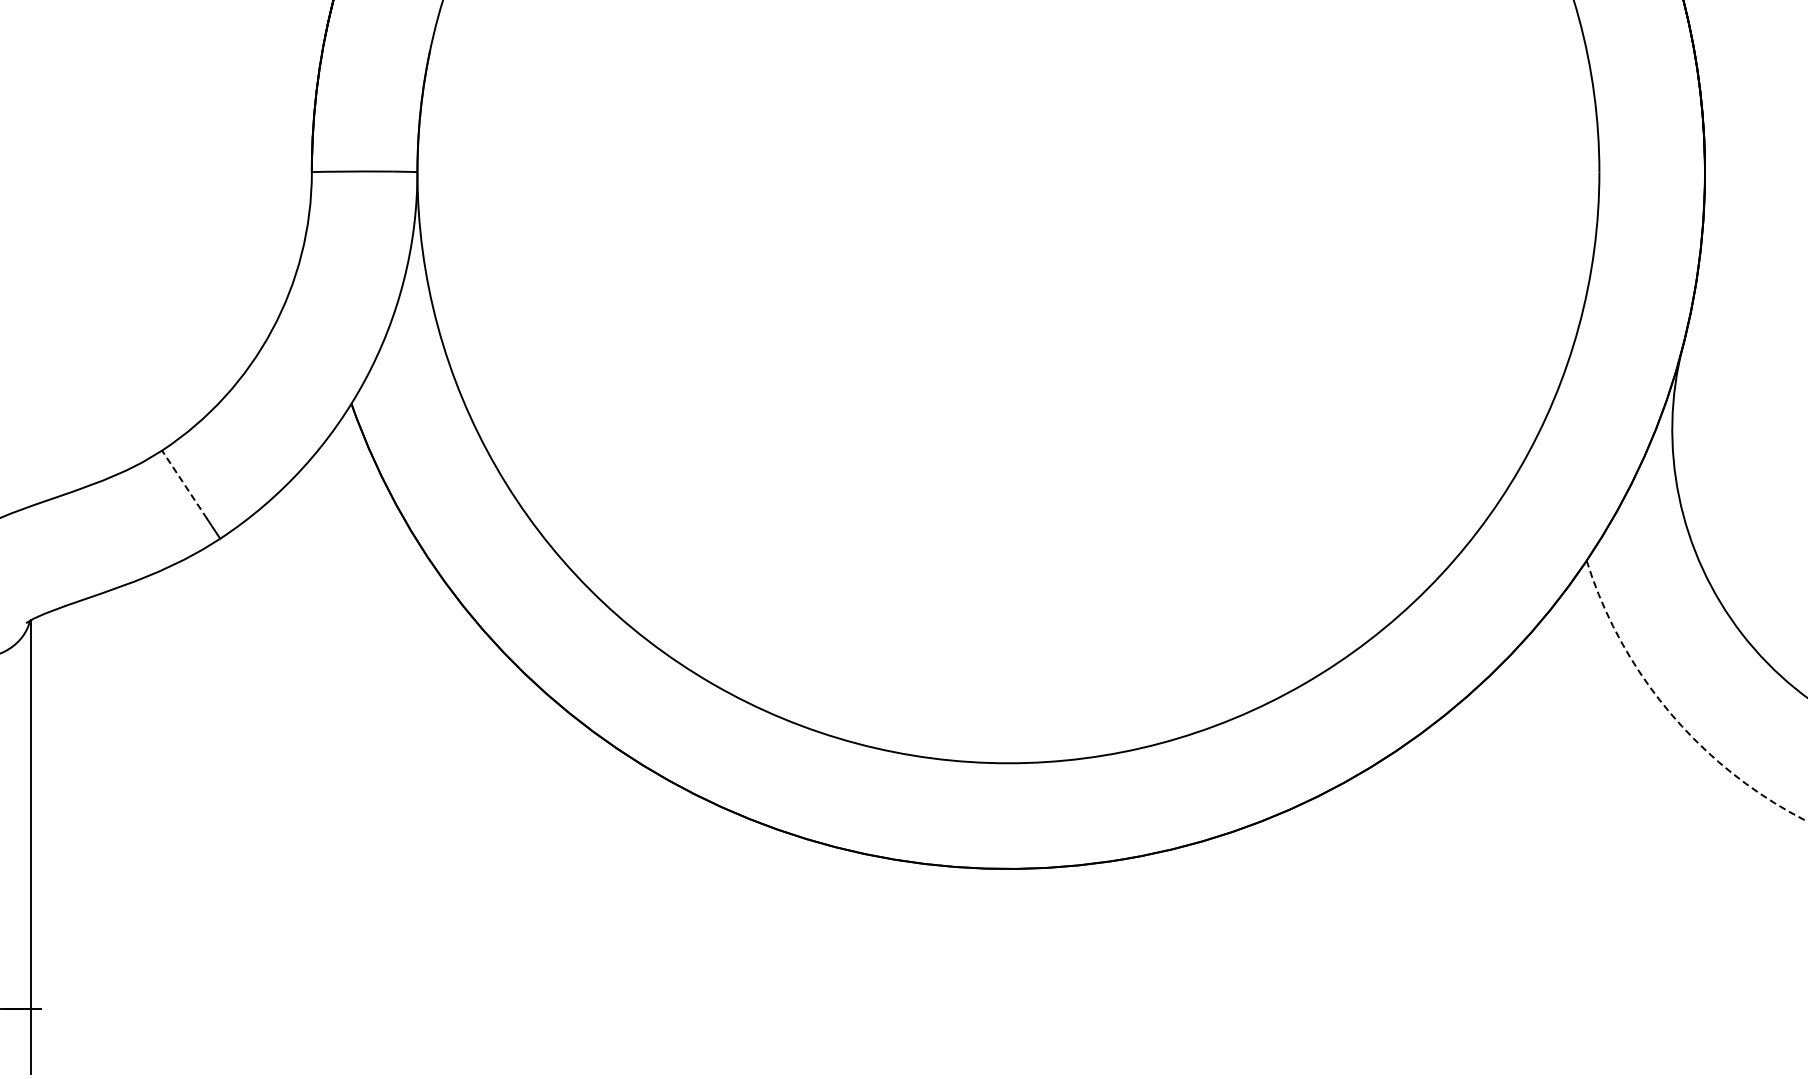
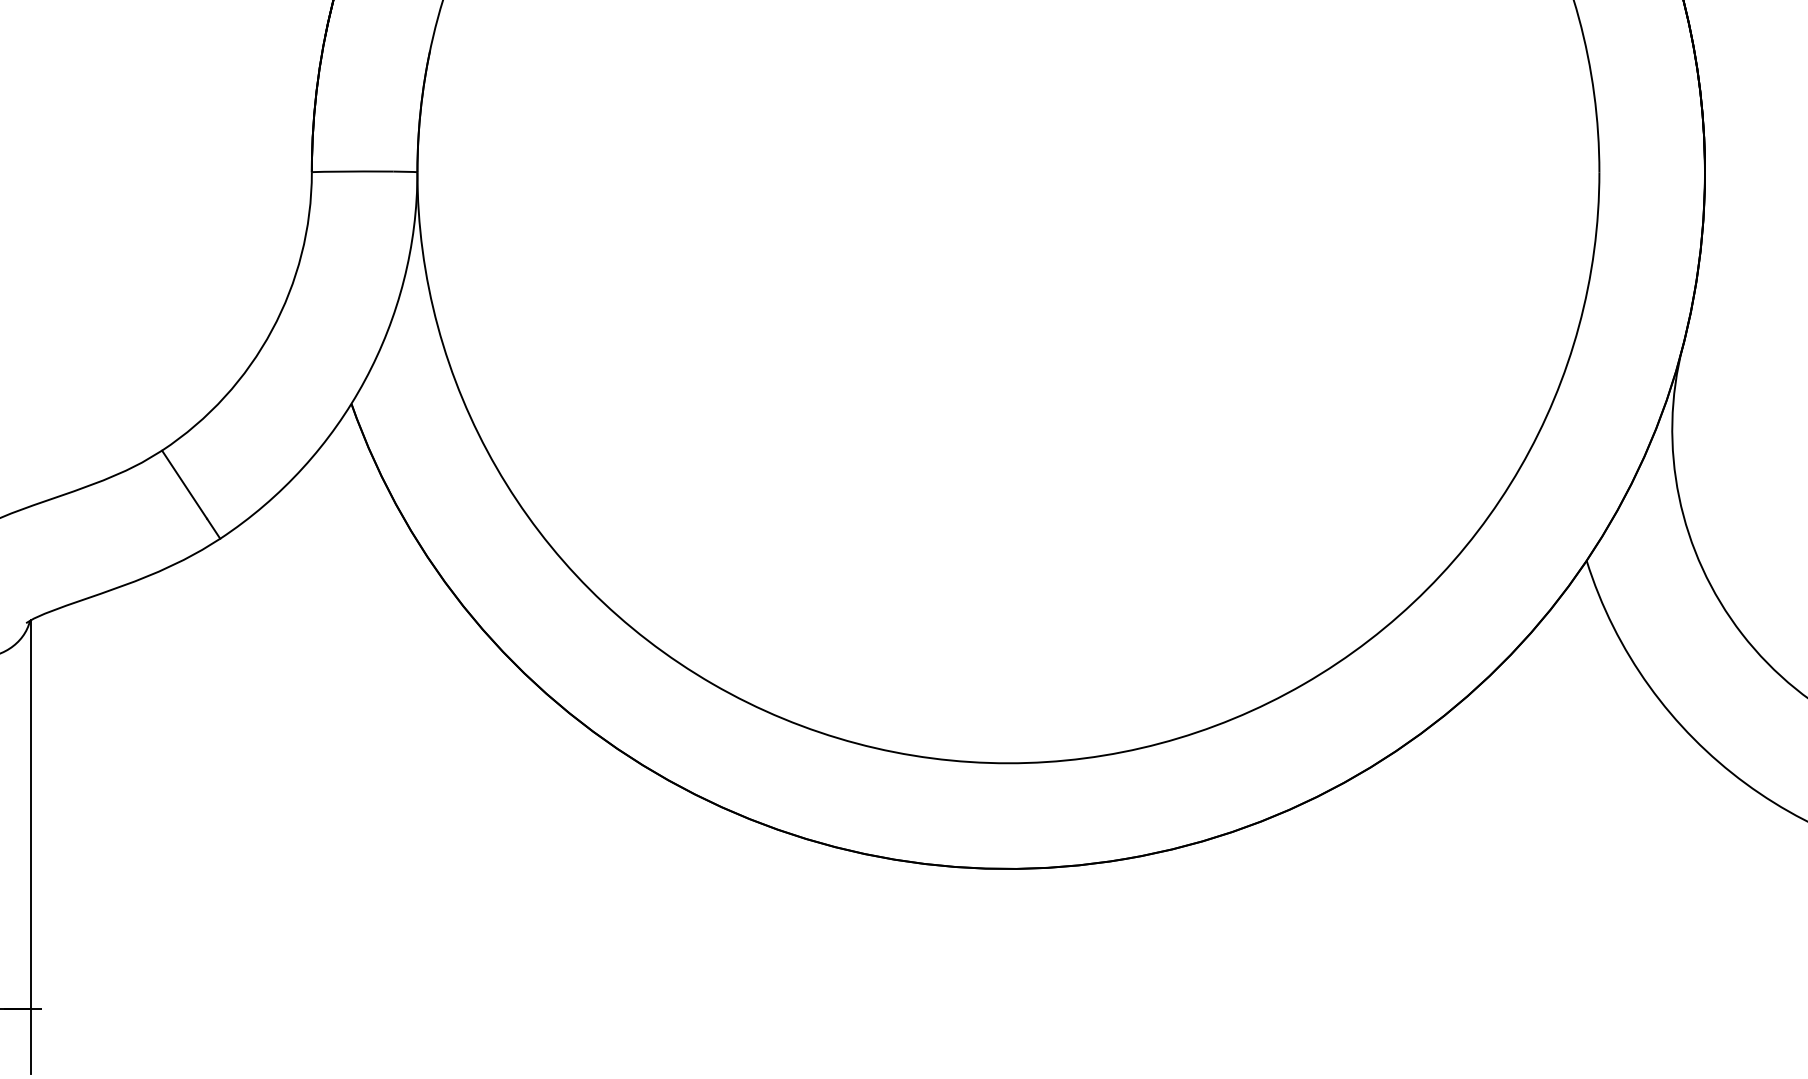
line at (184, 484): dashed -> solid
arc at (1671, 714): dashed -> solid
